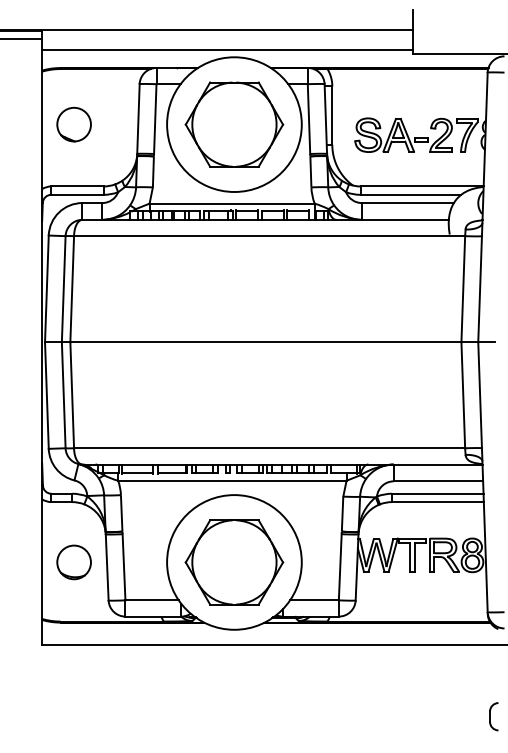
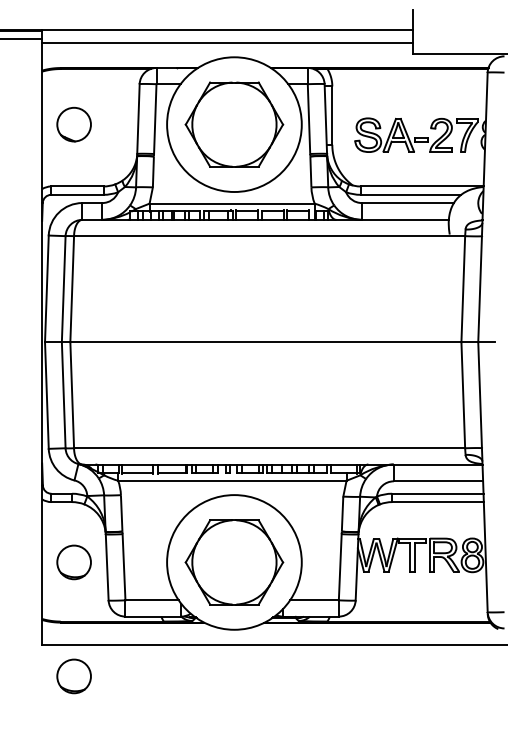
line at (227, 49) position: (227, 49) -> (227, 42)
part at (73, 676): none -> present
part at (493, 716): present -> none
